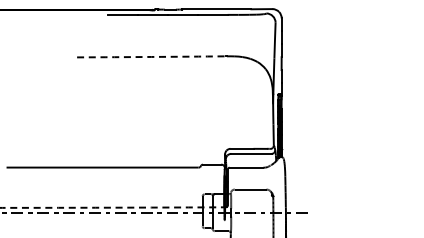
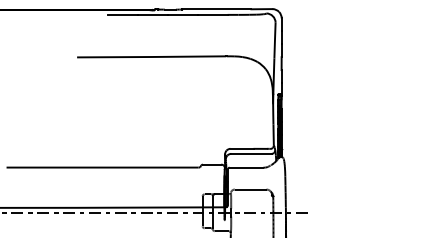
arc at (151, 56): dashed -> solid
arc at (112, 207): dashed -> solid
